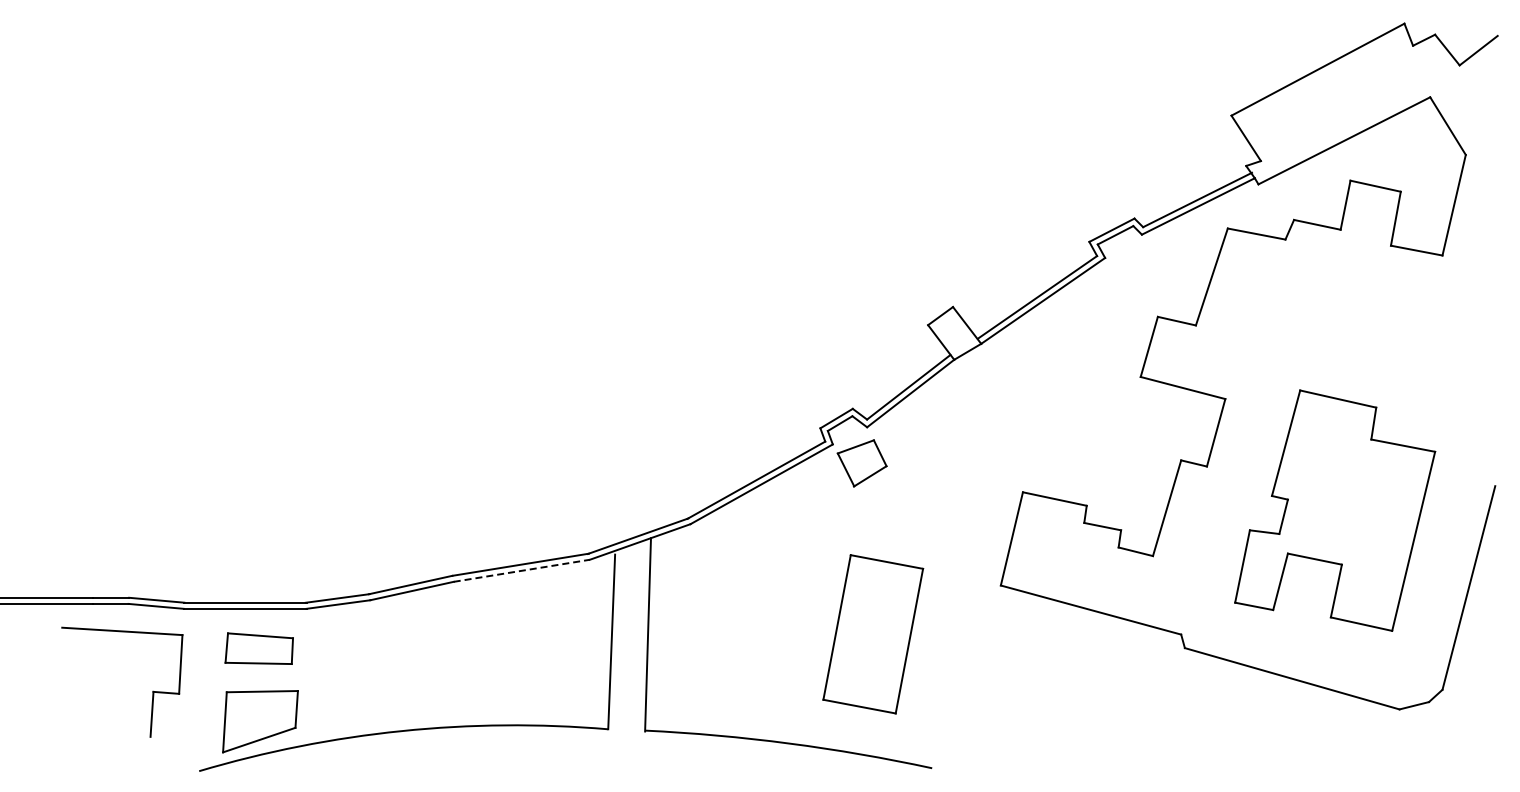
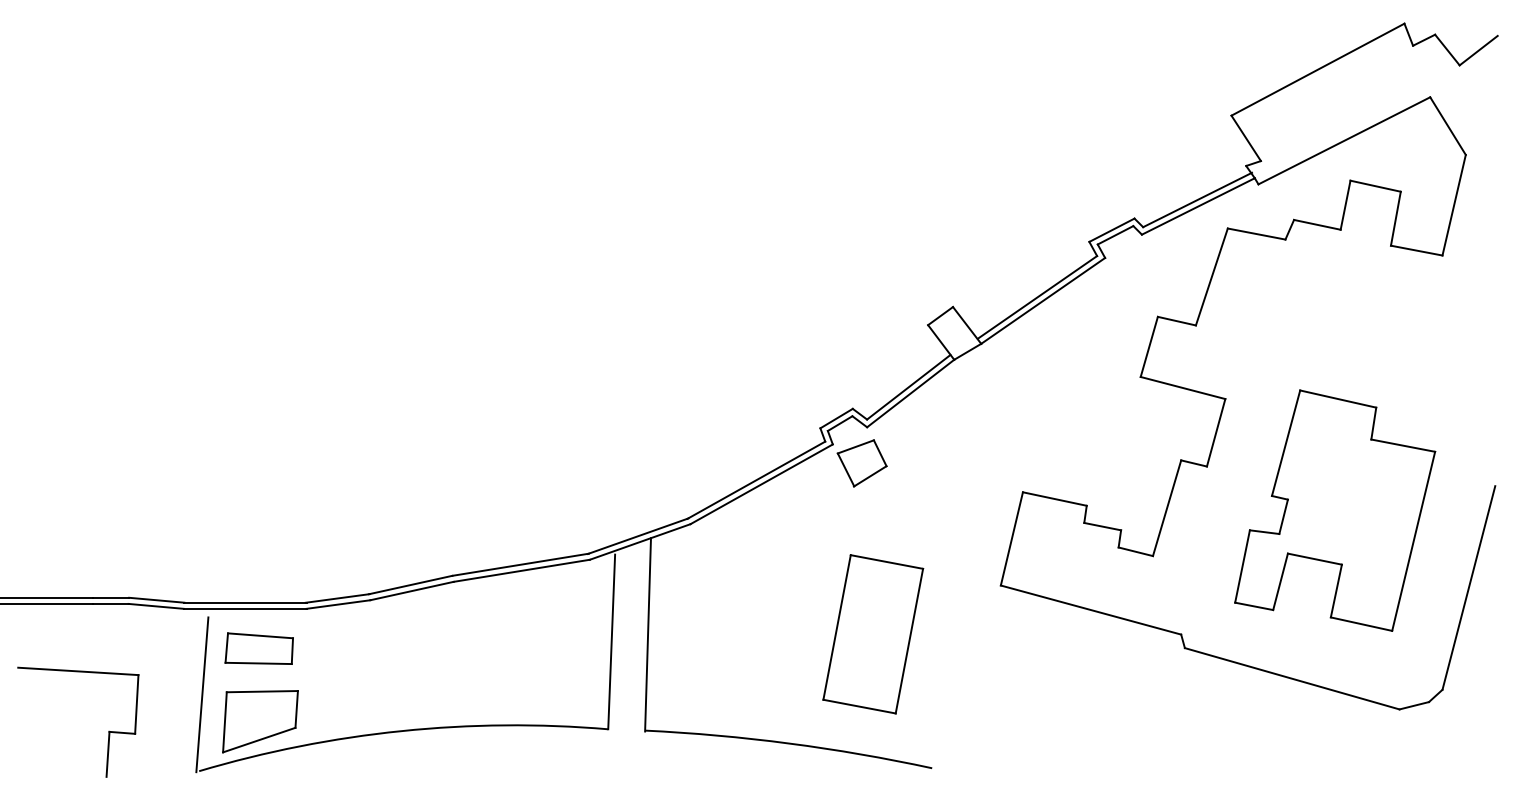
line at (521, 570): dashed -> solid
part at (152, 691) position: (152, 691) -> (108, 731)
line at (202, 694): none -> present
